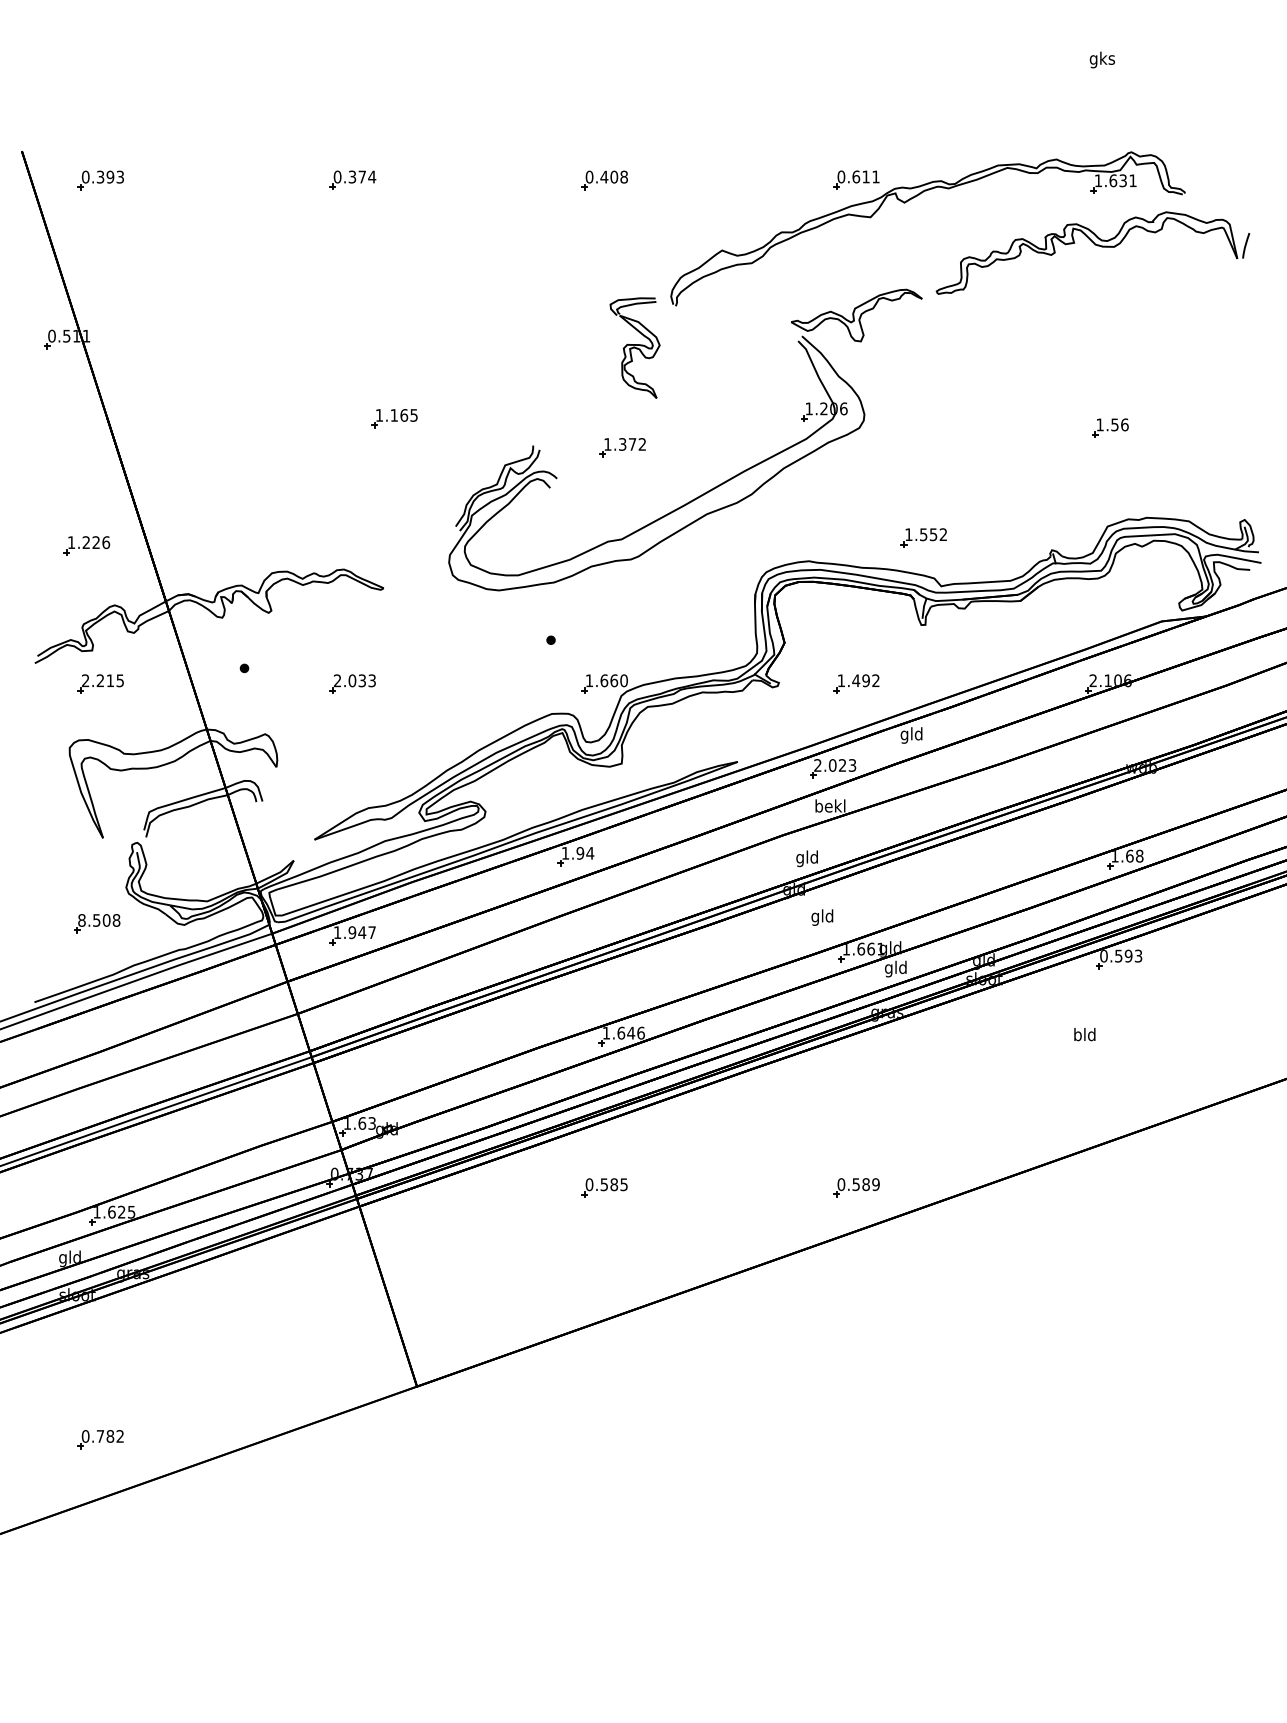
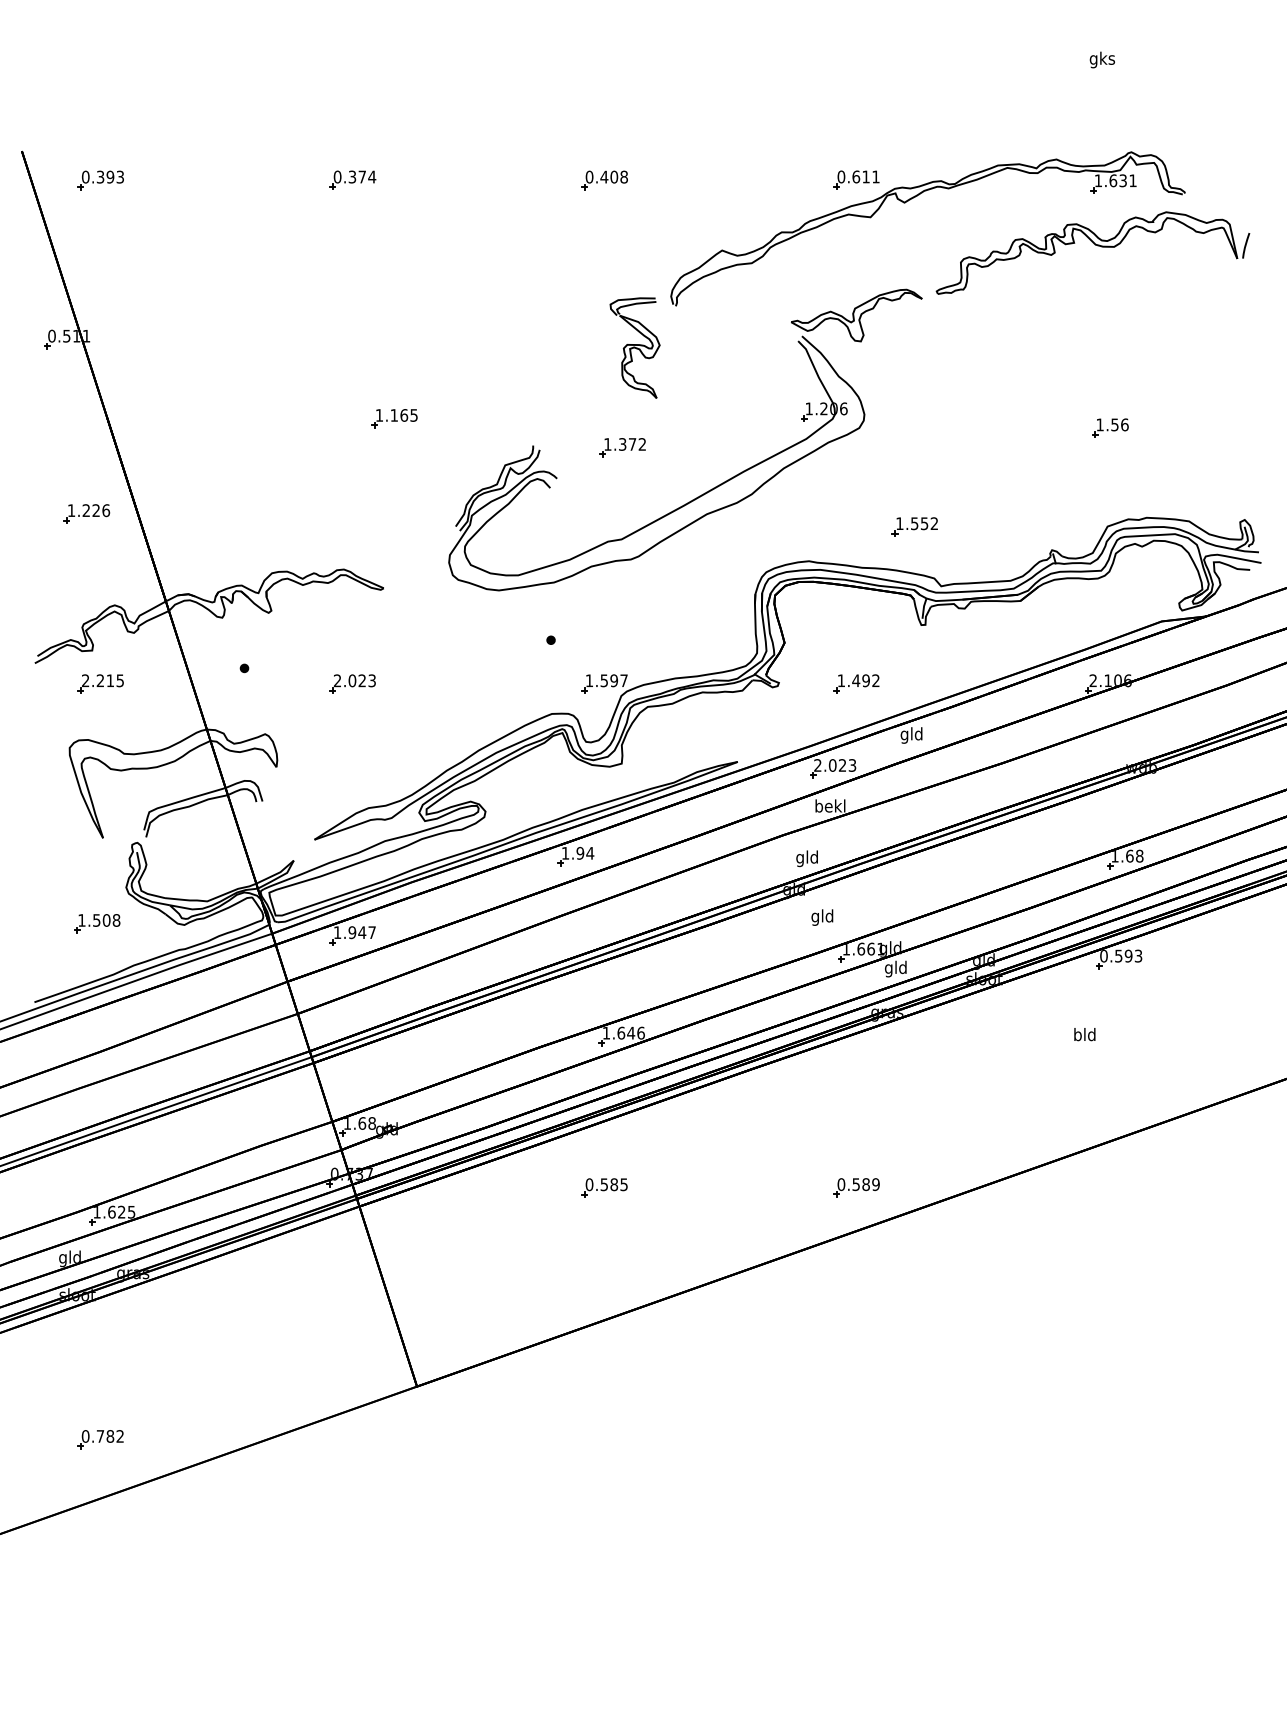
part at (923, 537) position: (923, 537) -> (914, 526)
part at (86, 545) position: (86, 545) -> (86, 513)
text at (361, 680): 2.033 -> 2.023
text at (613, 680): 1.660 -> 1.597
text at (81, 920): 8.508 -> 1.508
text at (371, 1123): 1.63 -> 1.68
